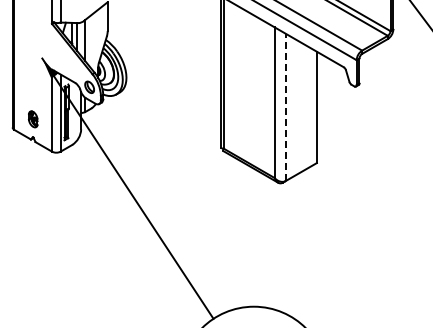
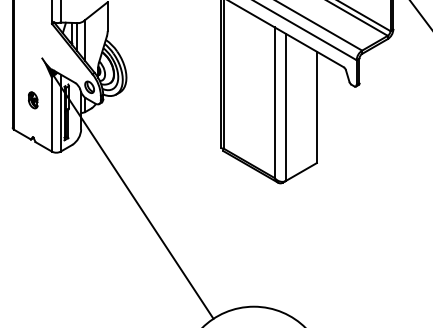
line at (285, 107): dashed -> solid
part at (33, 119) position: (33, 119) -> (33, 100)
